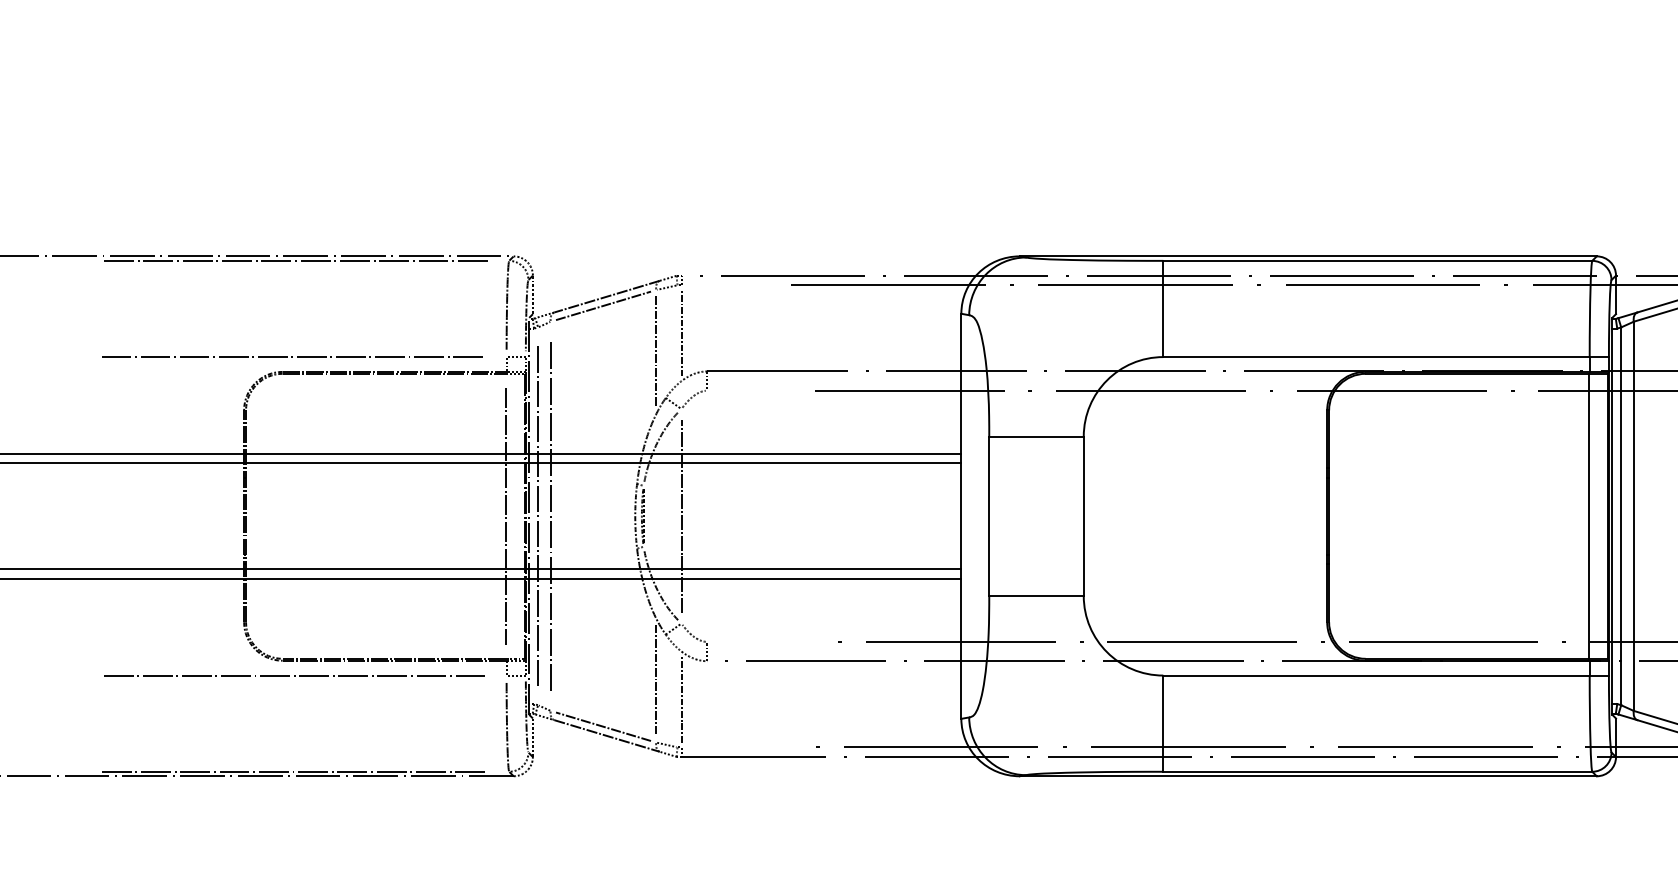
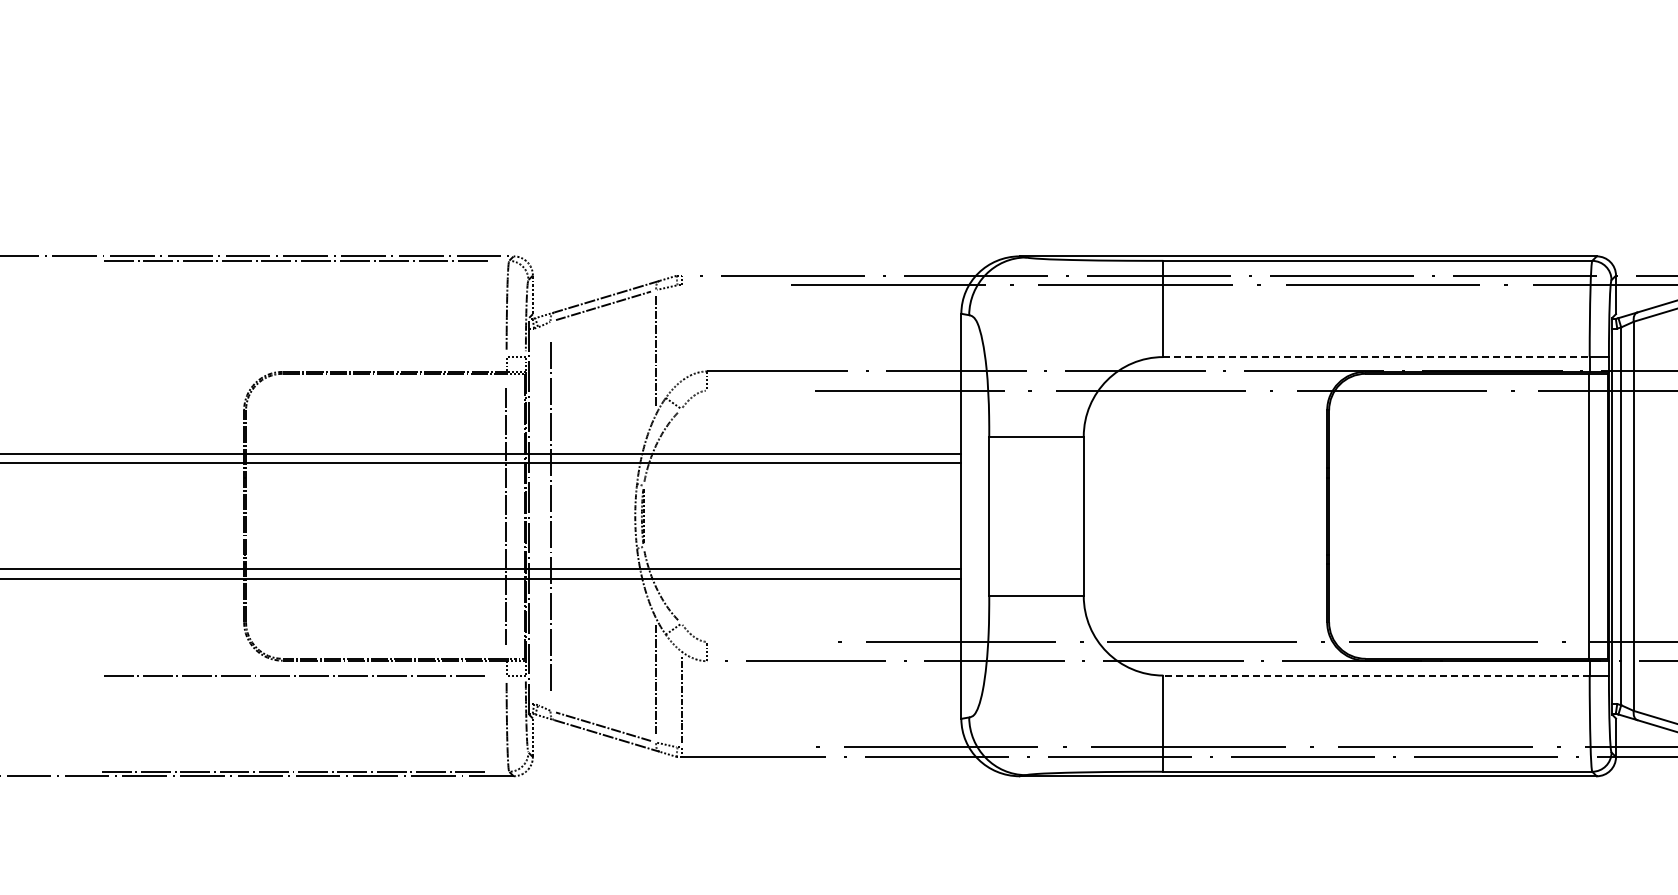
line at (681, 333): present -> none
line at (293, 357): present -> none
line at (1377, 357): solid -> dashed
line at (681, 515): present -> none
line at (538, 516): present -> none
line at (1376, 675): solid -> dashed
